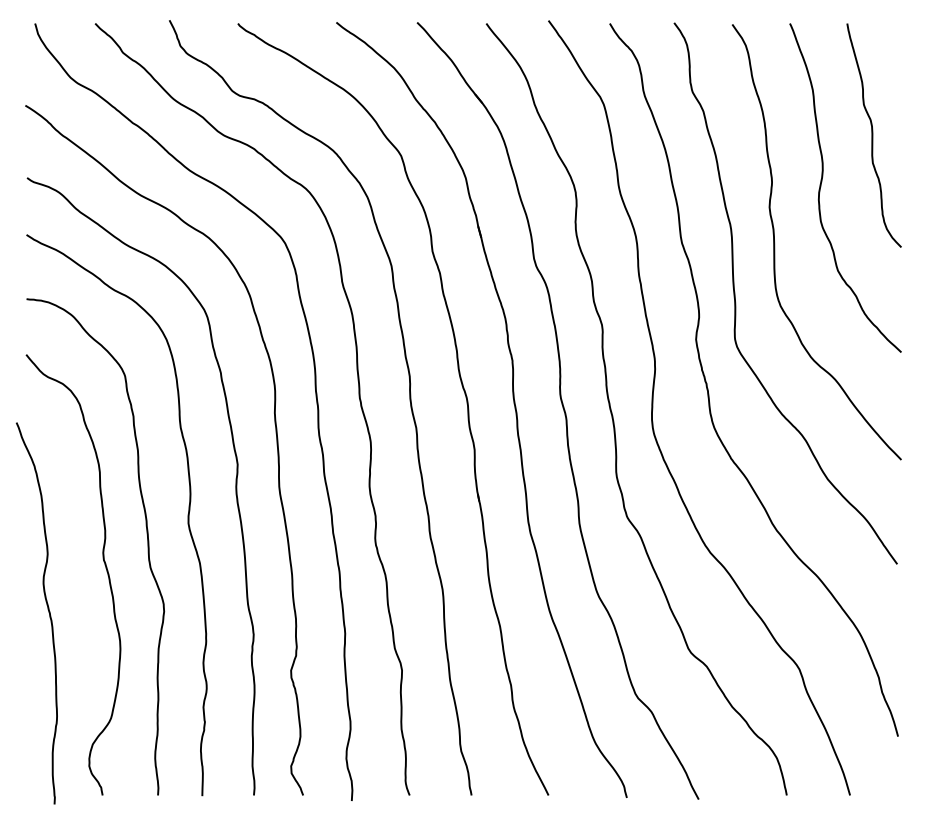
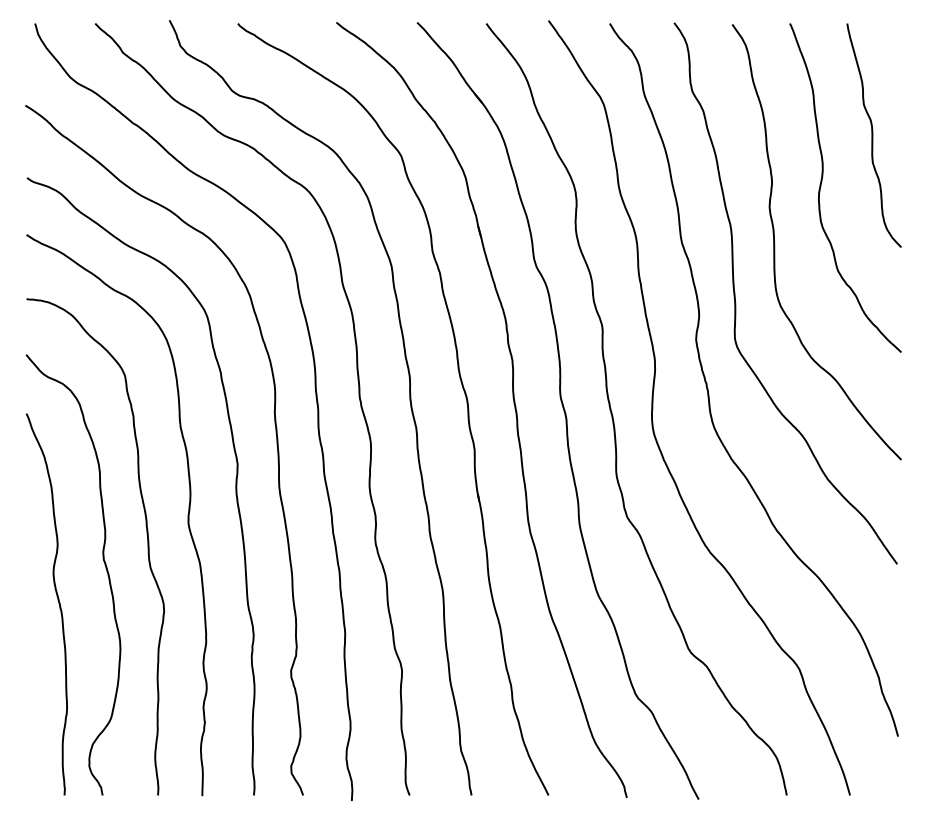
curve at (47, 609) position: (47, 609) -> (57, 600)
